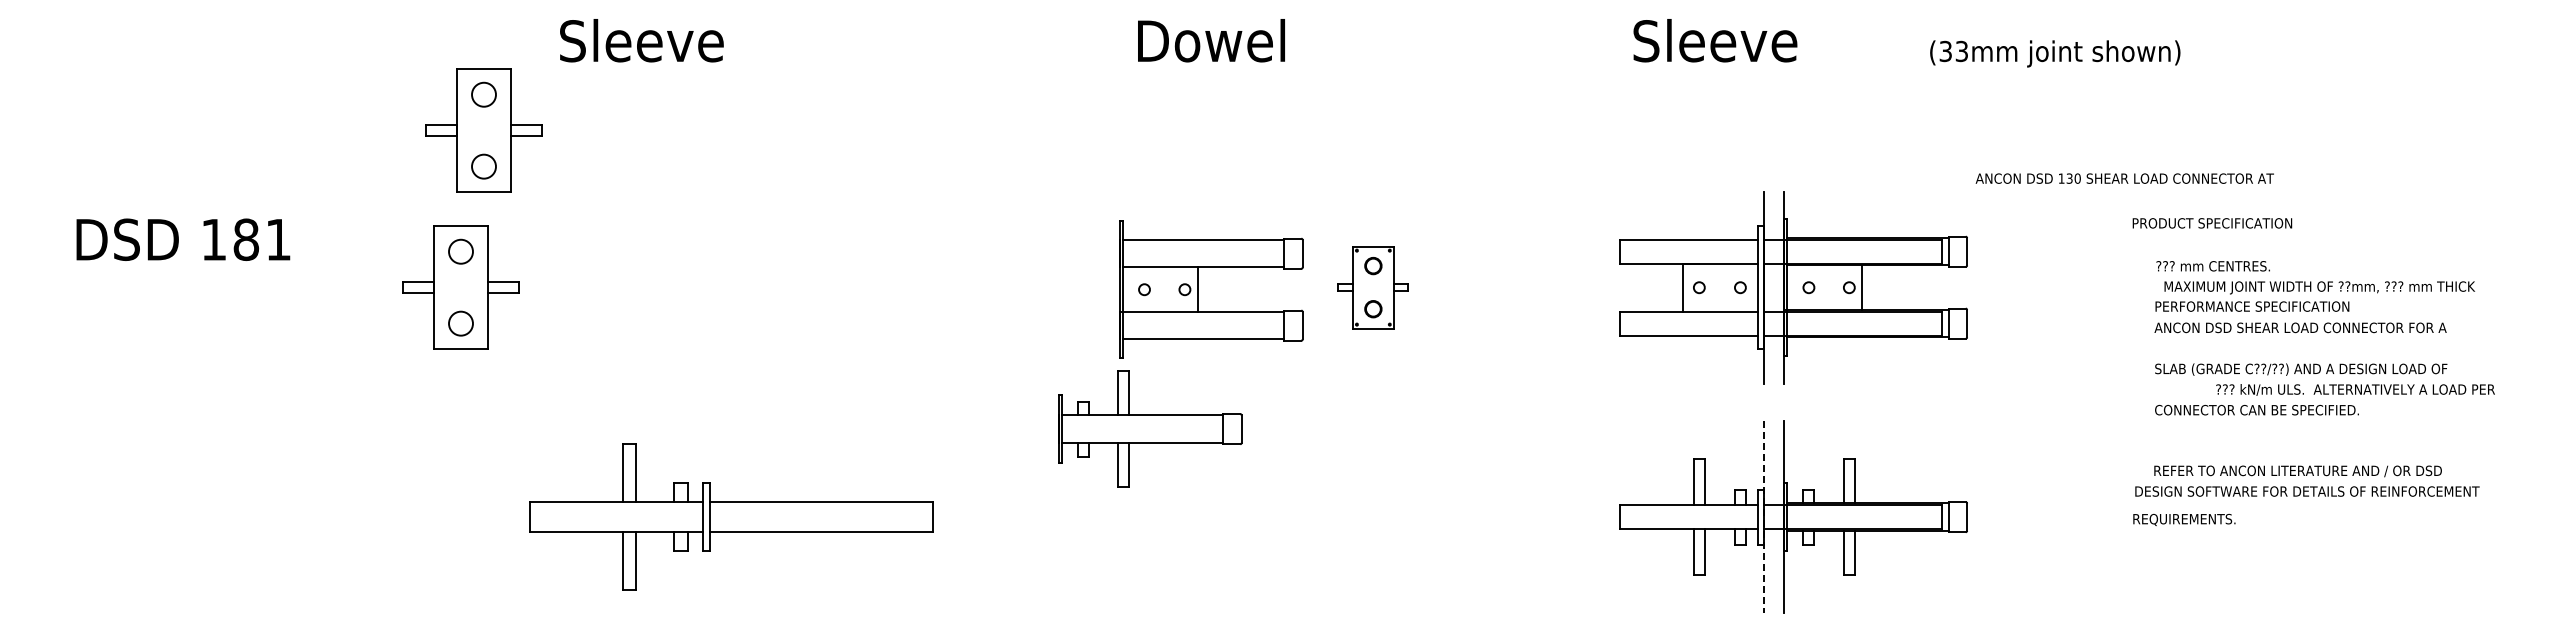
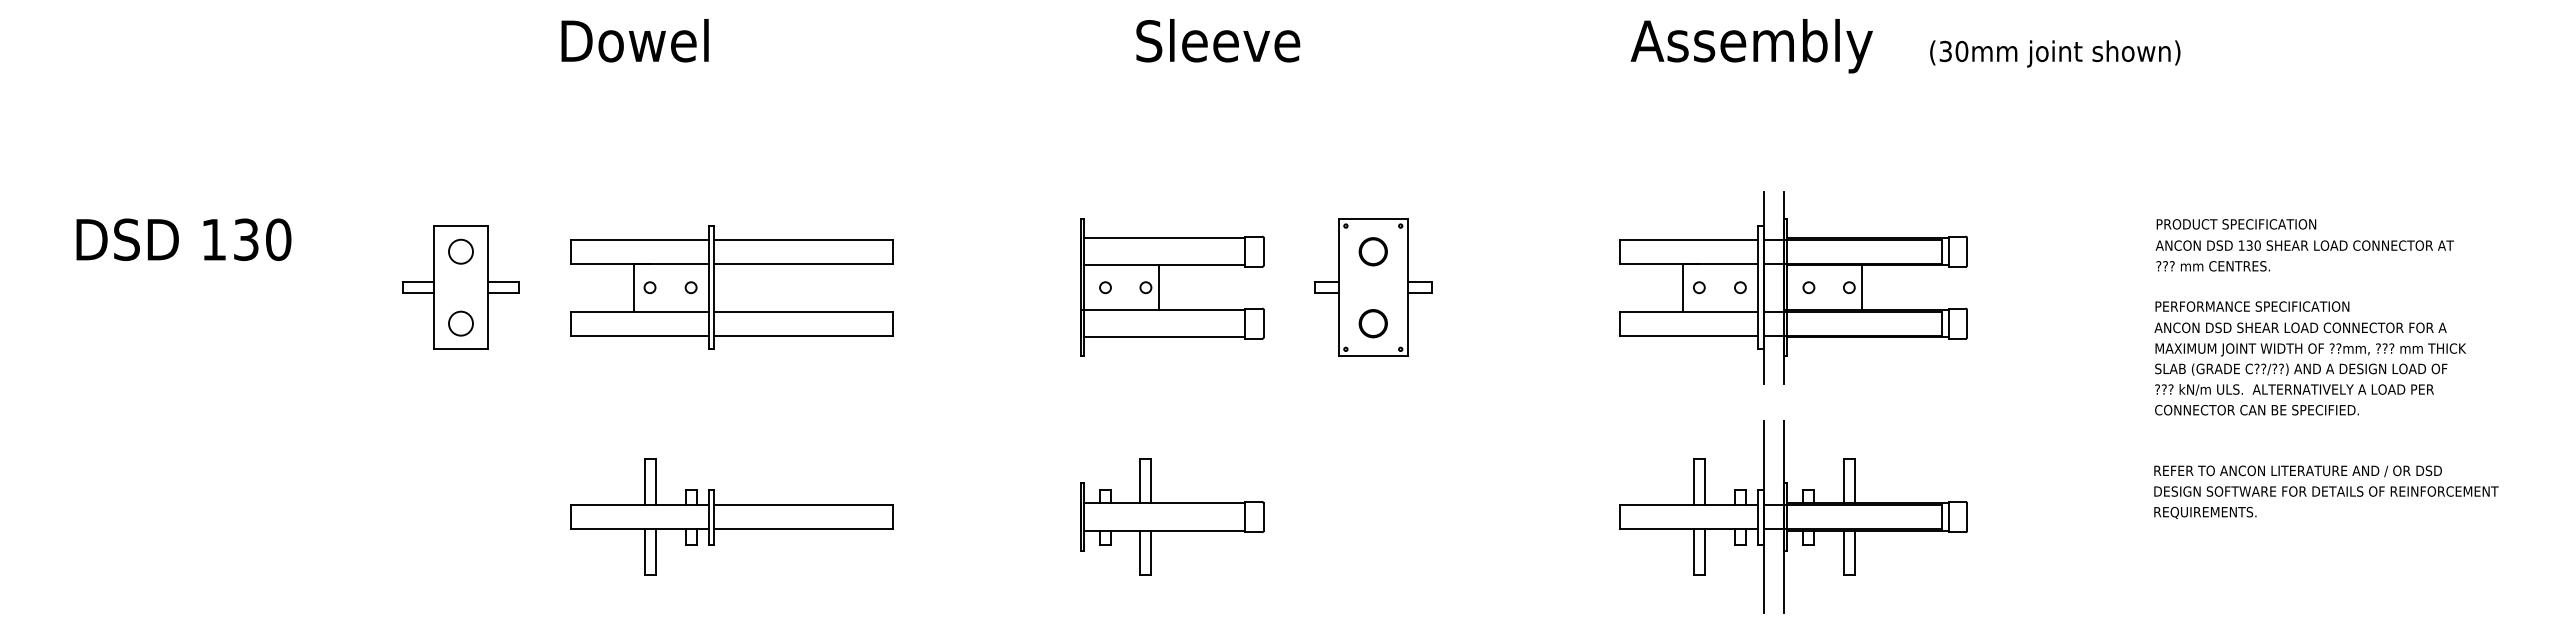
text at (641, 40): Sleeve -> Dowel
text at (1218, 40): Dowel -> Sleeve
text at (1751, 46): Sleeve -> Assembly
text at (1961, 51): (33mm -> (30mm
part at (483, 130): present -> none
text at (2124, 178) position: (2124, 178) -> (2304, 245)
text at (2212, 223) position: (2212, 223) -> (2236, 224)
text at (262, 239): 181 -> 130
part at (714, 287): none -> present
part at (1372, 287) size: 72x84 px -> 119x139 px
text at (2319, 287) position: (2319, 287) -> (2310, 349)
part at (1198, 289) position: (1198, 289) -> (1159, 287)
text at (2355, 389) position: (2355, 389) -> (2294, 389)
part at (1150, 428) position: (1150, 428) -> (1172, 516)
text at (2307, 491) position: (2307, 491) -> (2326, 491)
part at (731, 516) size: 405x148 px -> 324x118 px
line at (1763, 517): dashed -> solid
text at (2184, 520) position: (2184, 520) -> (2205, 513)
